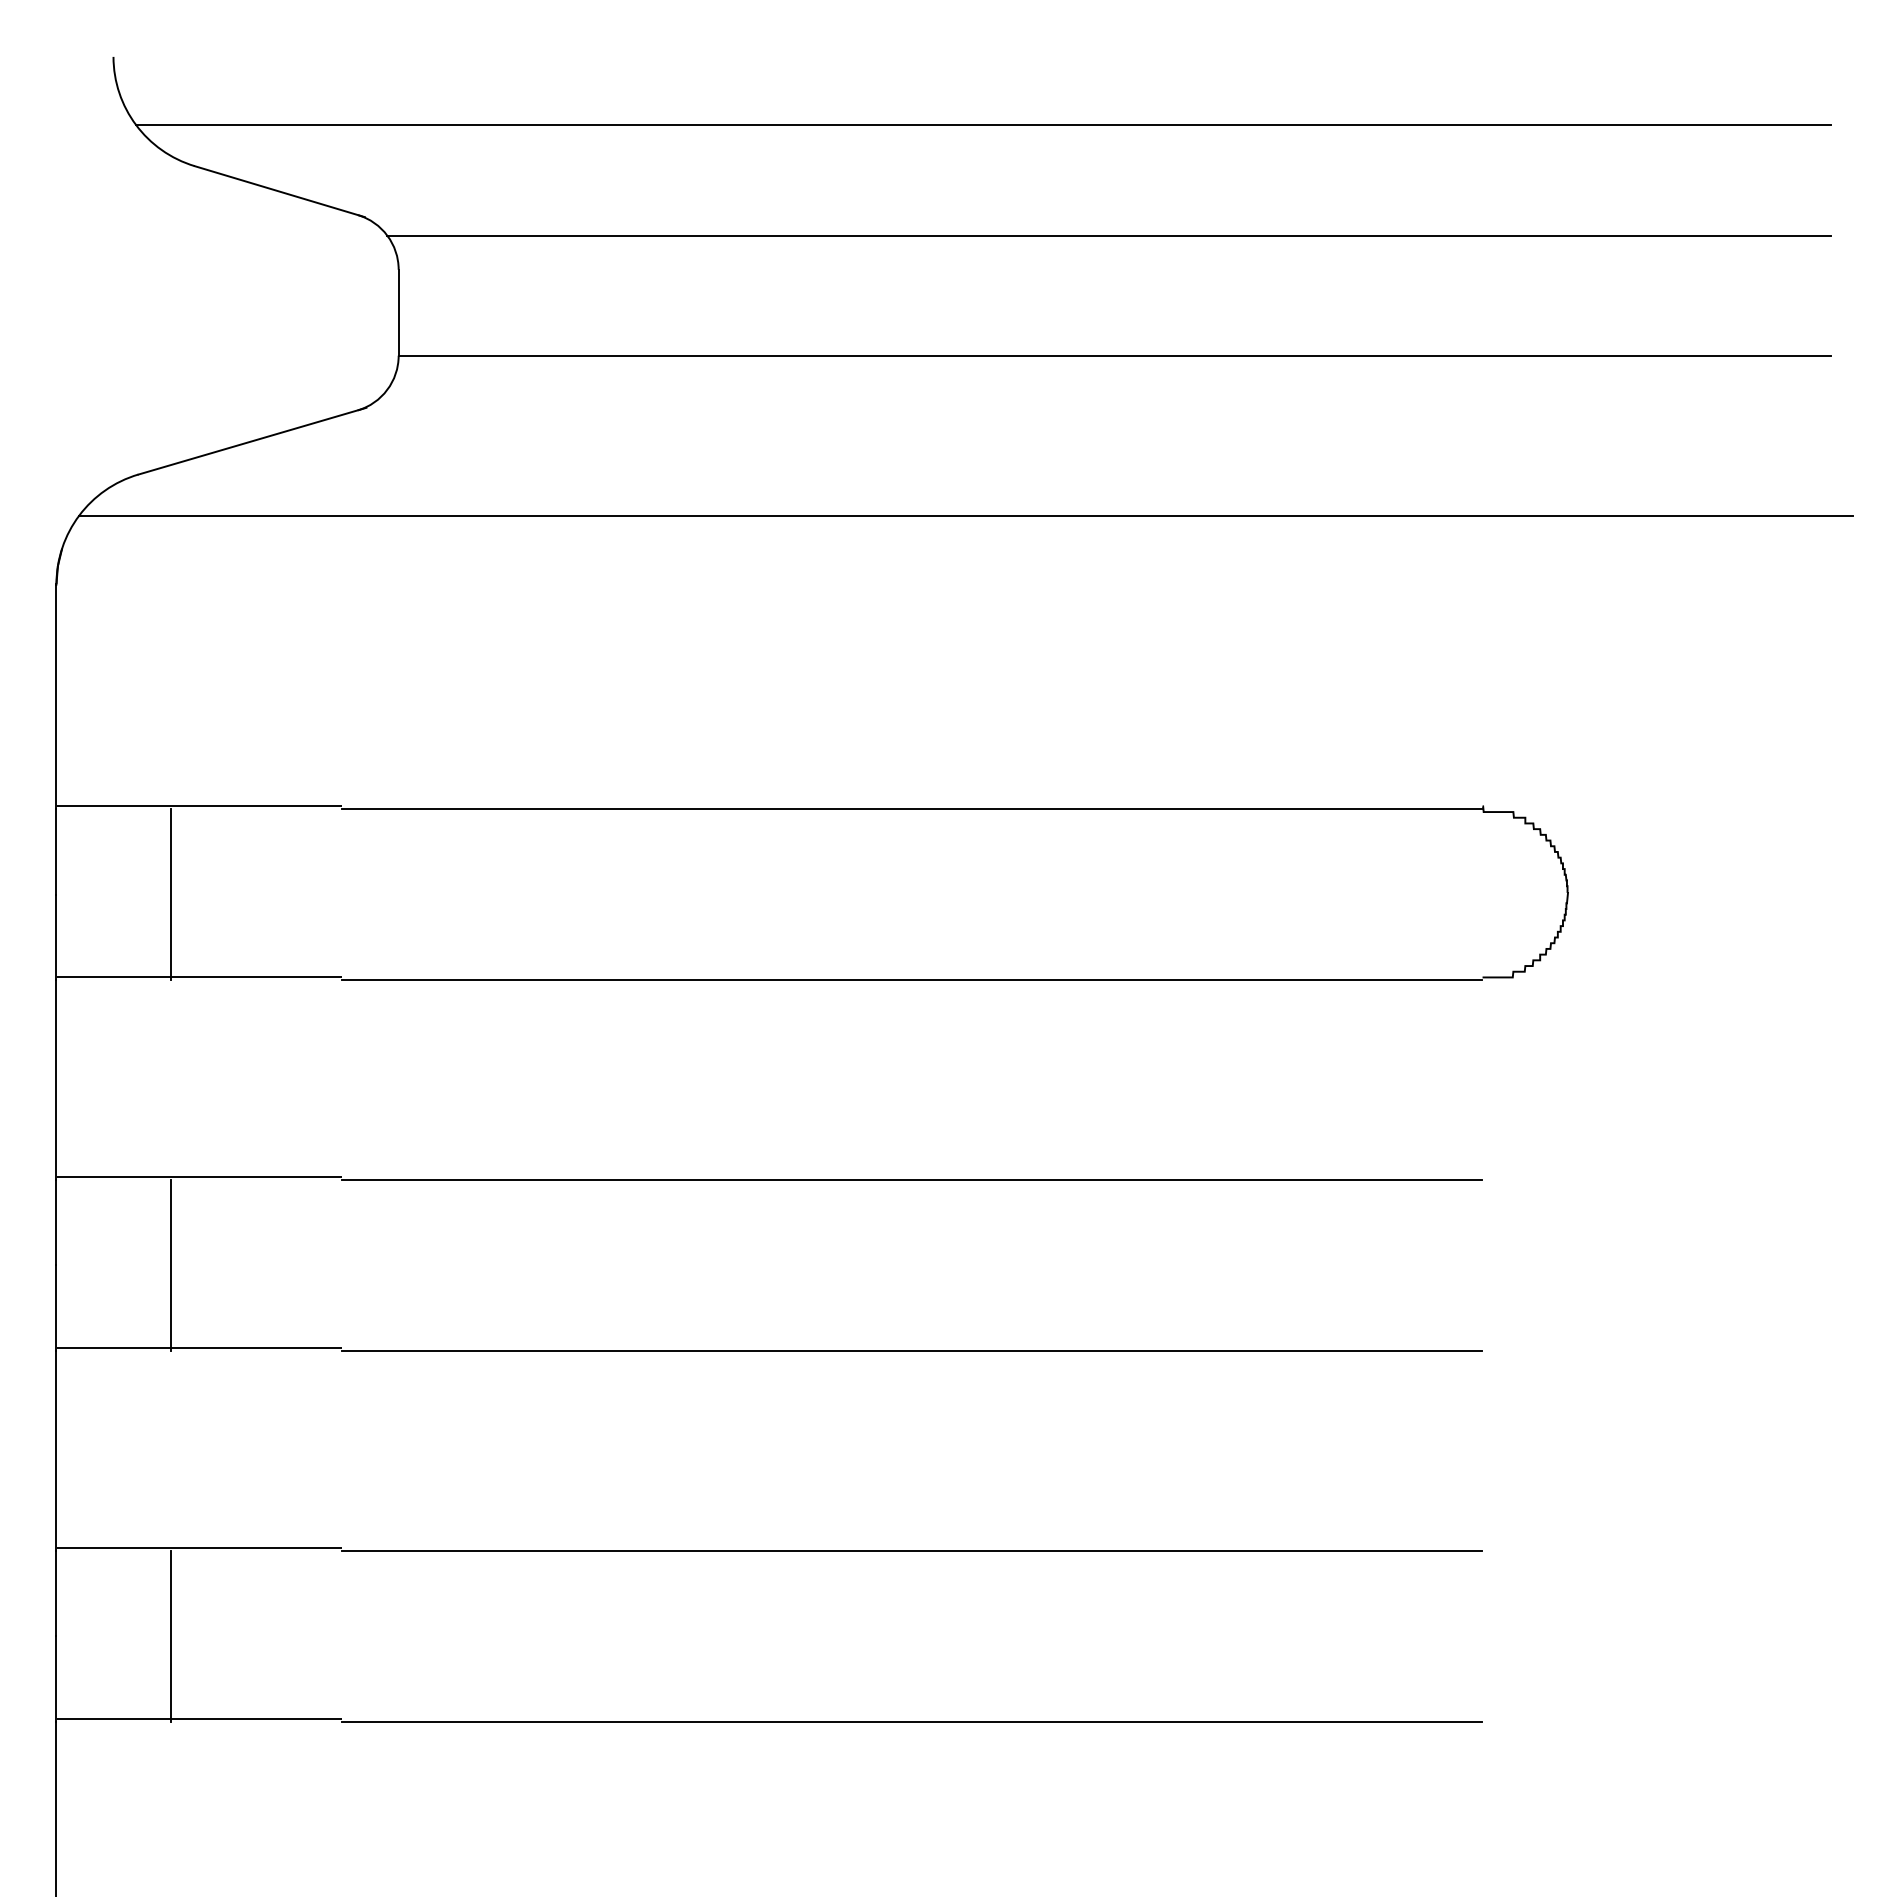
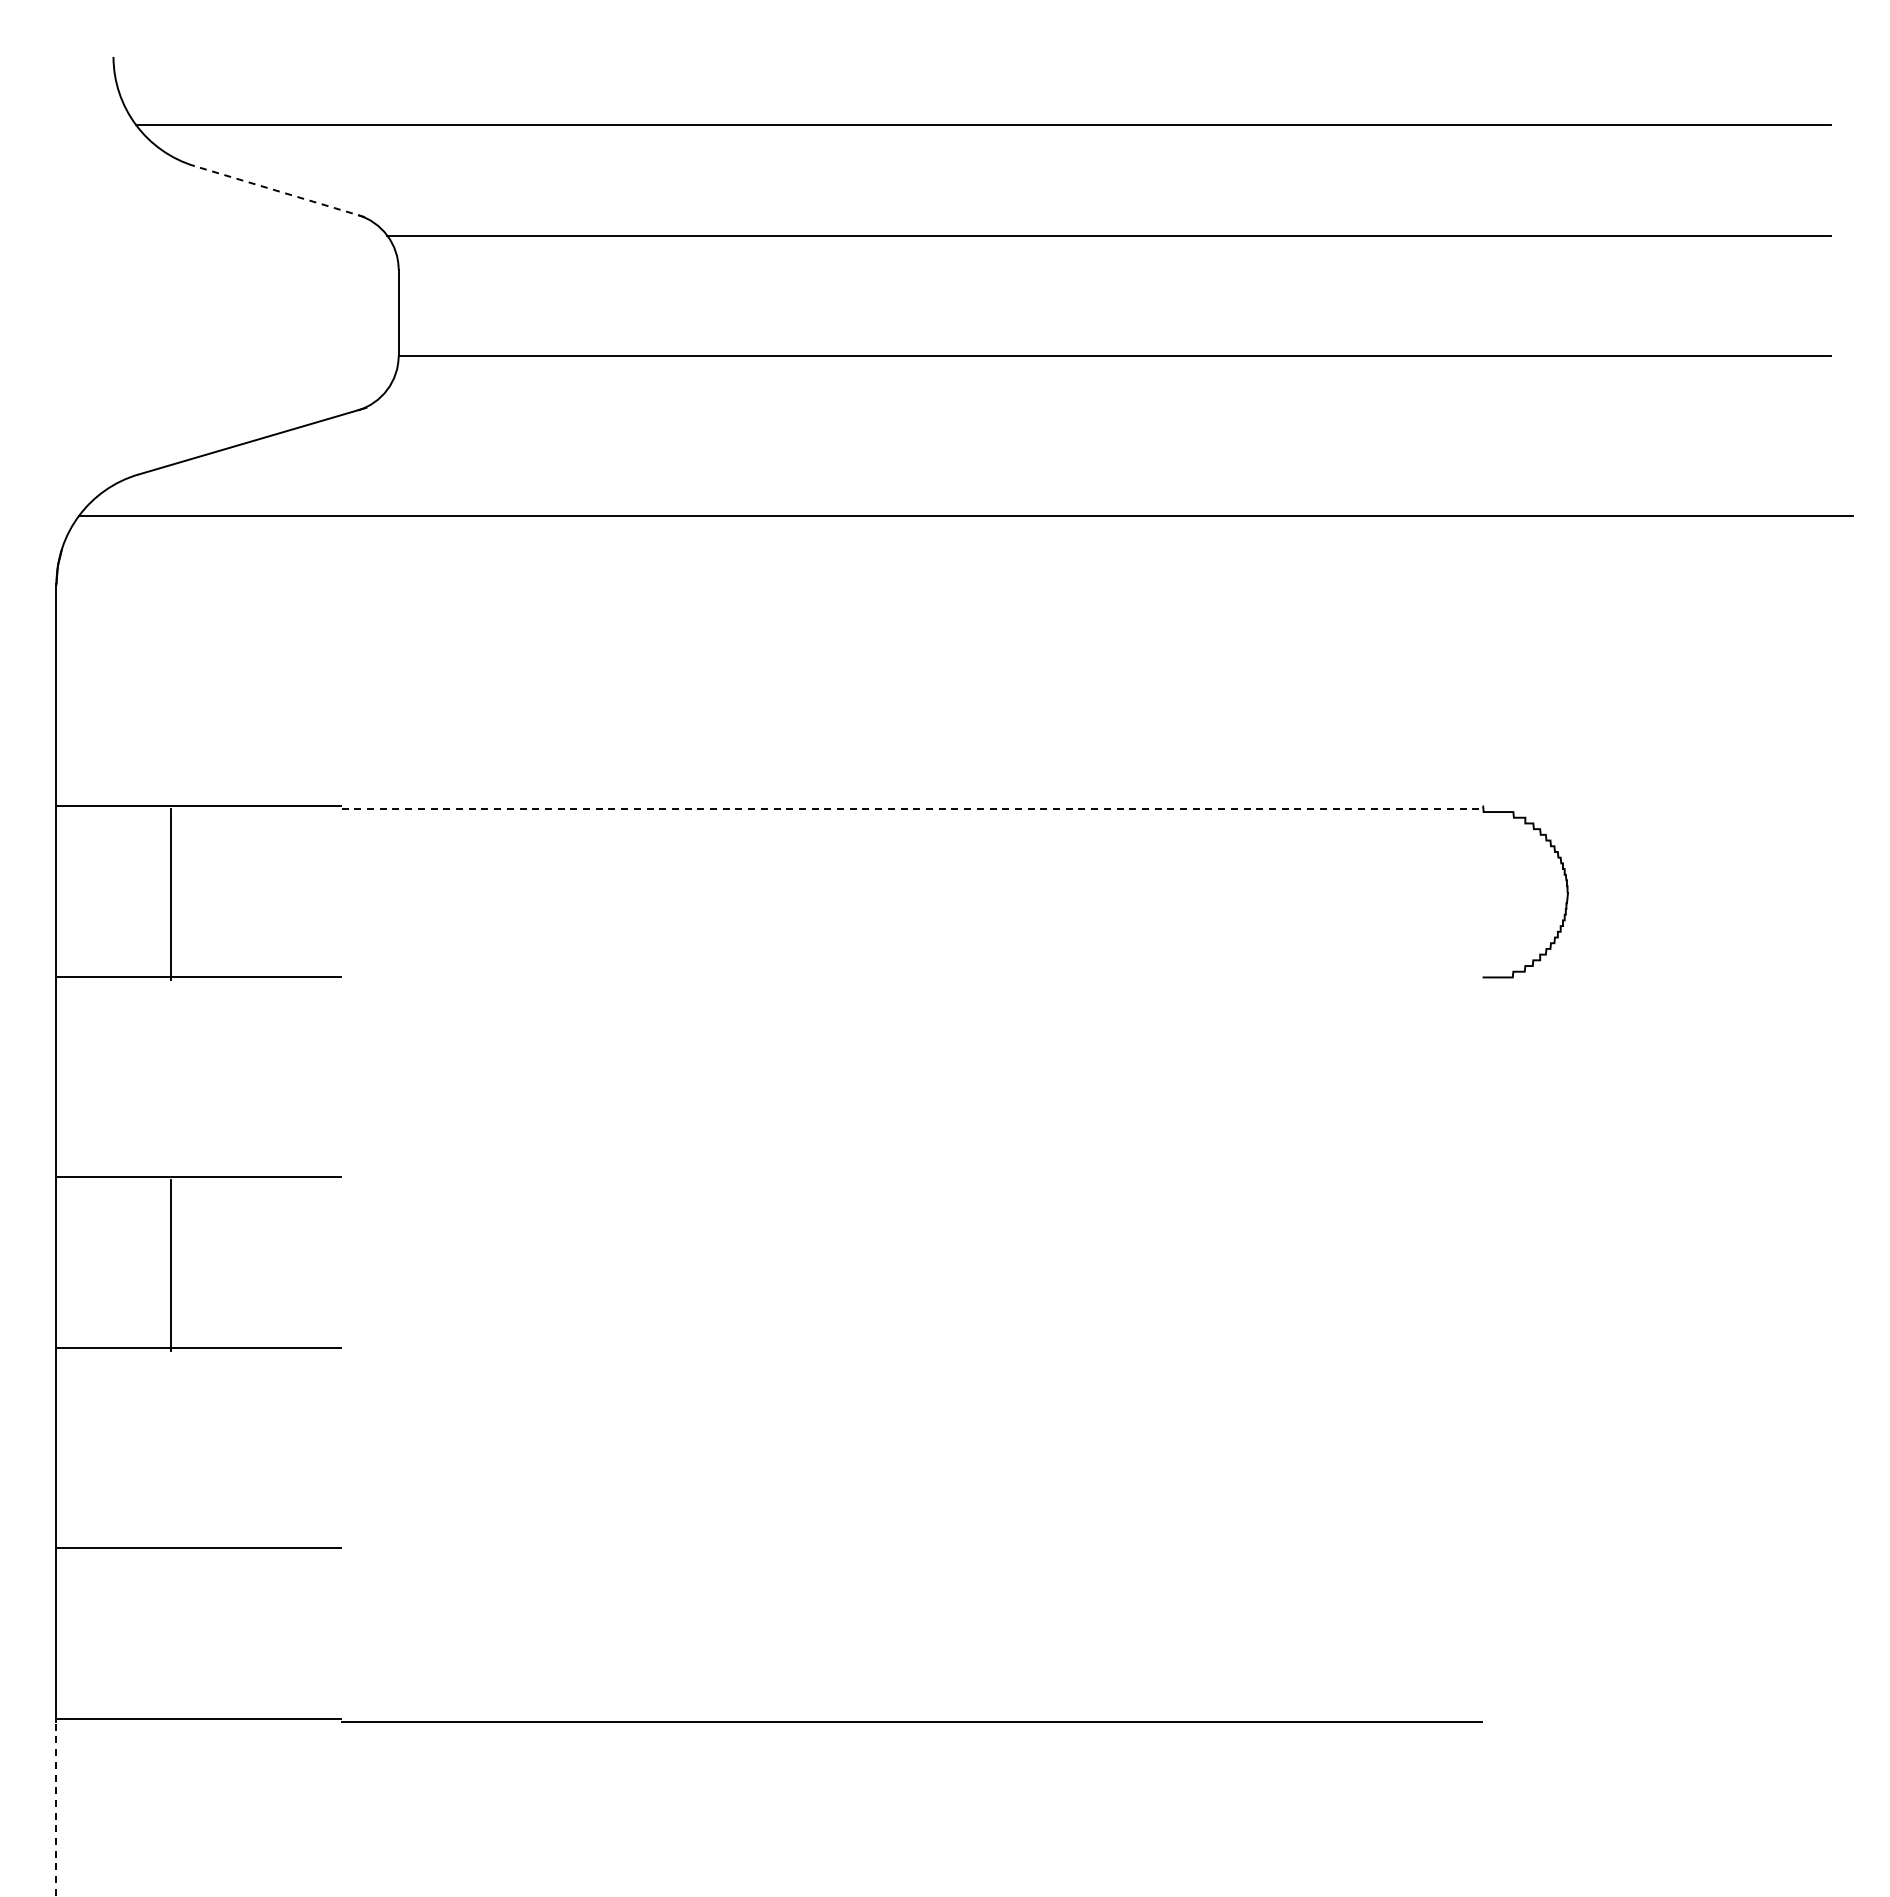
line at (279, 191): solid -> dashed
line at (912, 809): solid -> dashed
line at (911, 980): present -> none
line at (911, 1179): present -> none
line at (911, 1350): present -> none
line at (911, 1550): present -> none
line at (170, 1635): present -> none
line at (56, 1808): solid -> dashed
